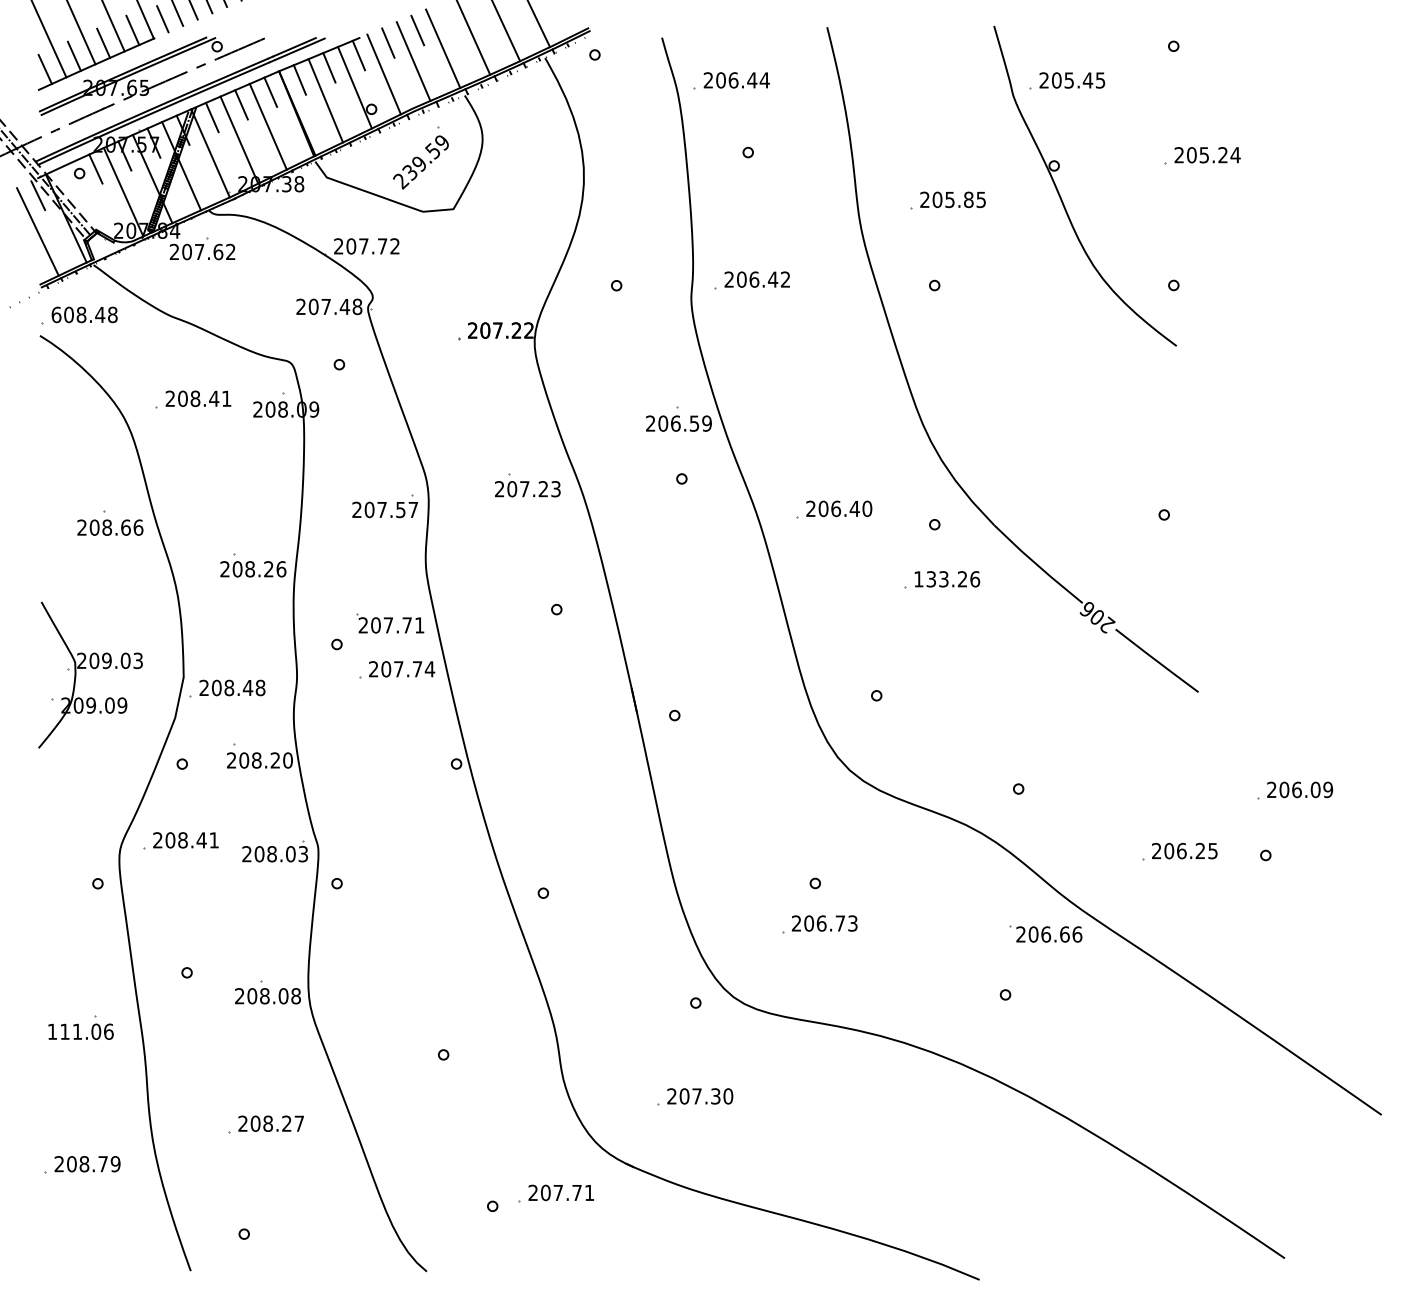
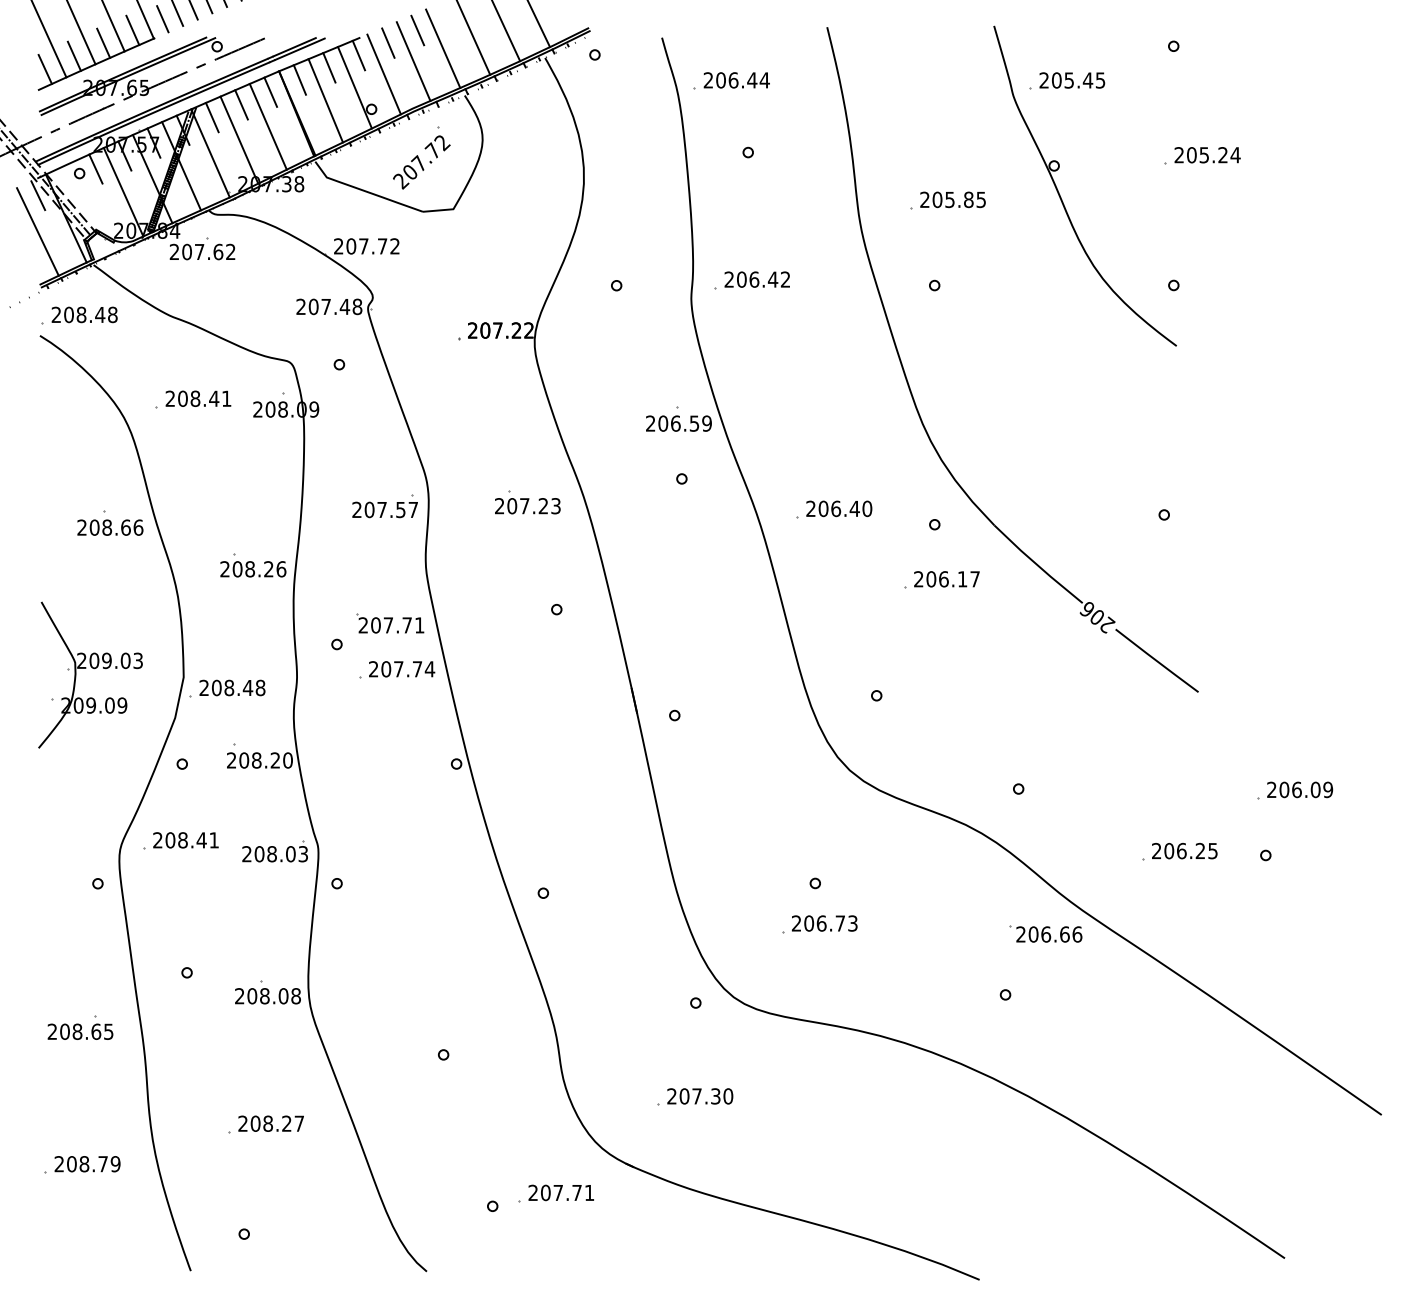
text at (426, 158): 239.59 -> 207.72
text at (56, 314): 608.48 -> 208.48
part at (527, 485) position: (527, 485) -> (527, 502)
text at (947, 579): 133.26 -> 206.17
text at (80, 1031): 111.06 -> 208.65
